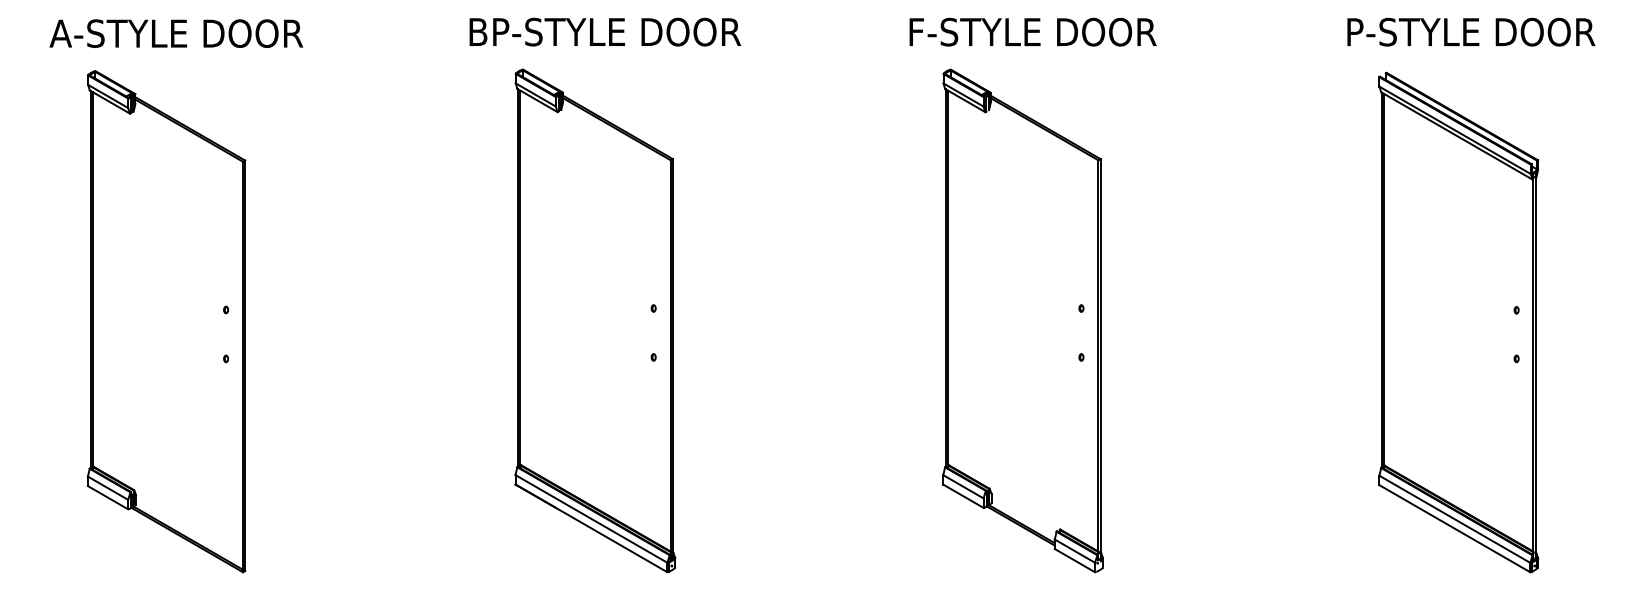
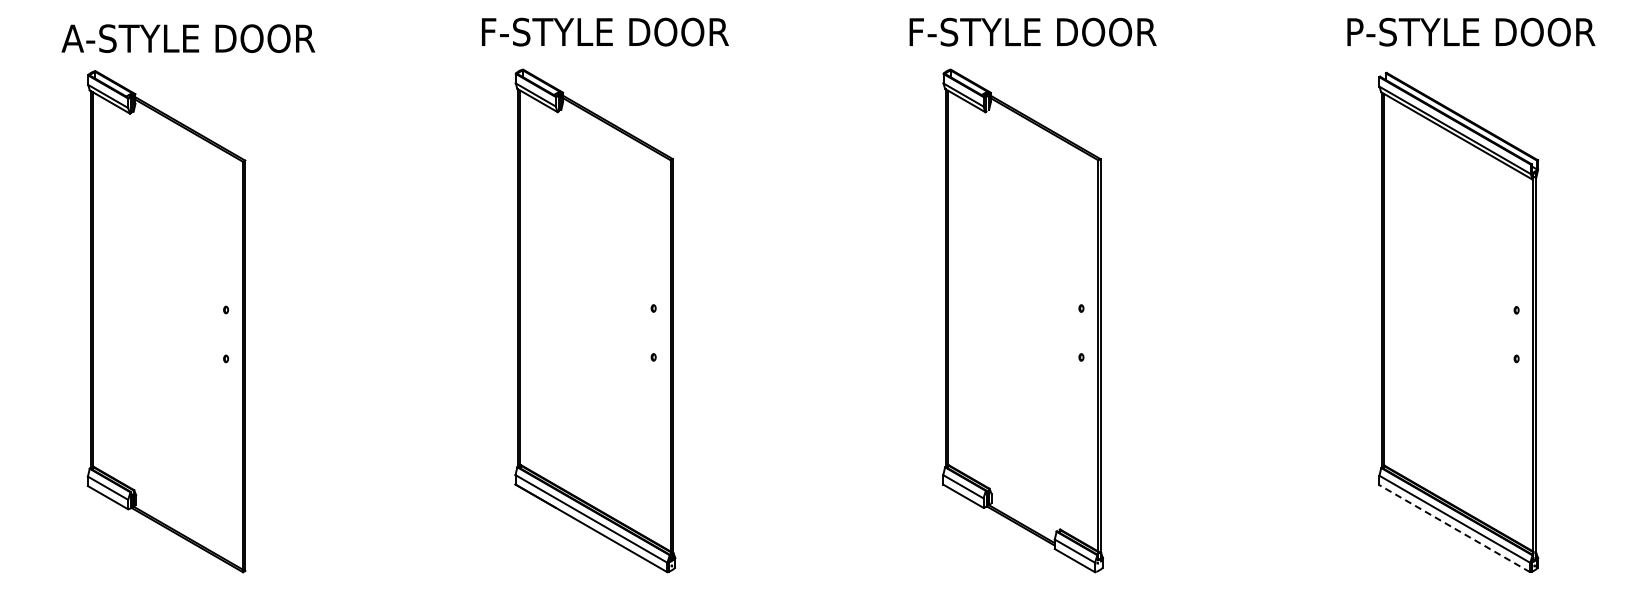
text at (605, 31): BP-STYLE DOOR -> F-STYLE DOOR
text at (176, 33) position: (176, 33) -> (188, 38)
line at (1454, 528): solid -> dashed
